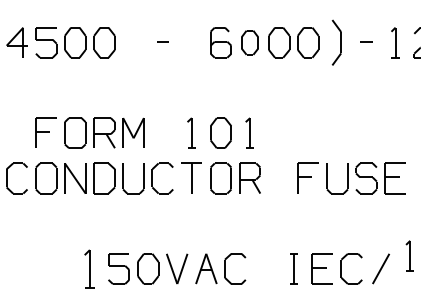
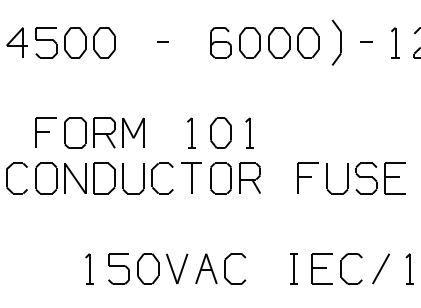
part at (249, 42) size: 18x26 px -> 22x32 px
part at (409, 255) position: (409, 255) -> (409, 268)
part at (89, 268) size: 11x40 px -> 9x32 px
